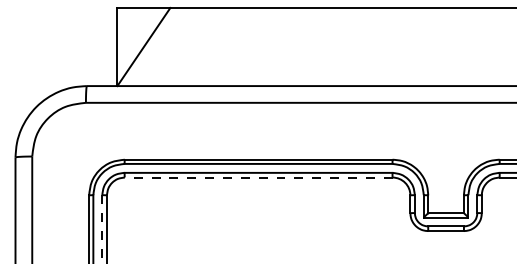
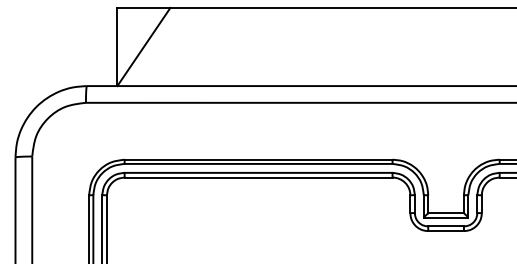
line at (258, 177): dashed -> solid
line at (102, 229): dashed -> solid
